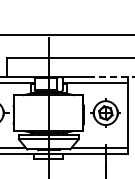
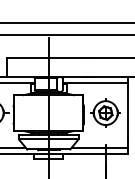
line at (66, 22): none -> present
line at (111, 77): dashed -> solid
